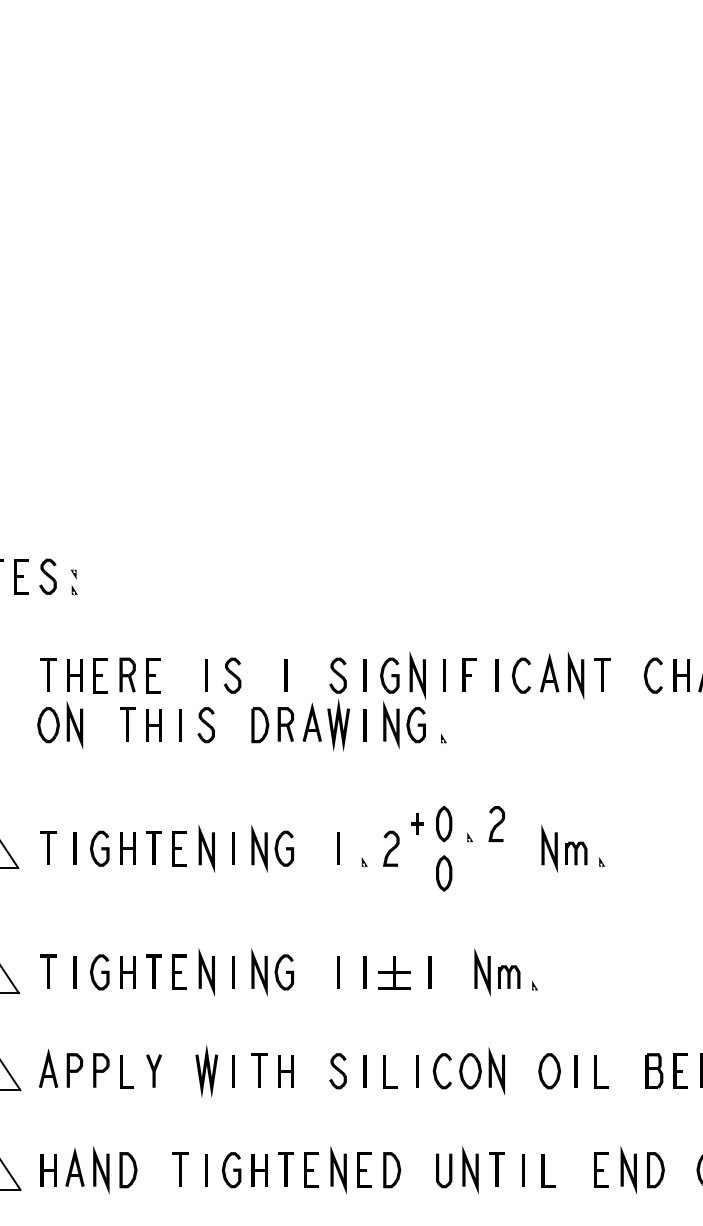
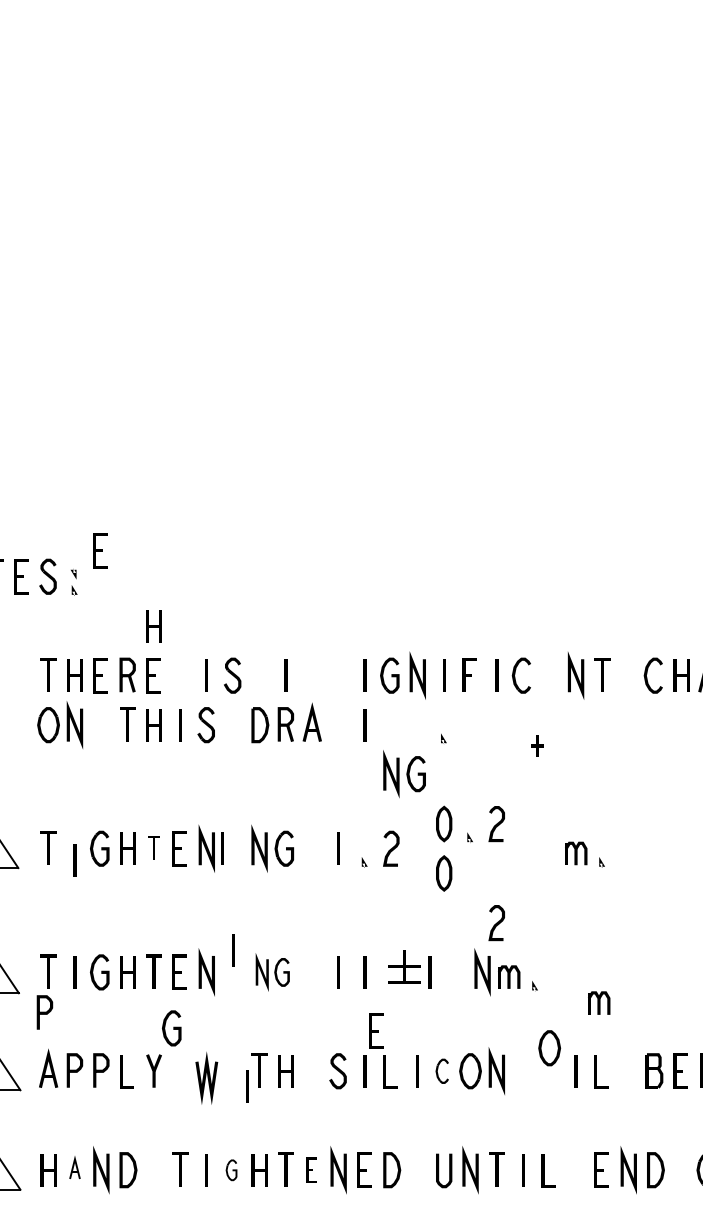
part at (100, 550): none -> present
part at (153, 626): none -> present
part at (549, 672): present -> none
part at (338, 704): present -> none
part at (404, 725) position: (404, 725) -> (404, 774)
part at (417, 823) position: (417, 823) -> (537, 745)
part at (153, 847) size: 16x34 px -> 12x24 px
line at (74, 848) position: (74, 848) -> (74, 860)
line at (233, 848) position: (233, 848) -> (222, 848)
line at (549, 848): present -> none
curve at (496, 923): none -> present
line at (233, 972) position: (233, 972) -> (233, 950)
part at (272, 972) size: 44x49 px -> 35x39 px
part at (394, 972) position: (394, 972) -> (404, 966)
part at (599, 1002): none -> present
curve at (44, 1012): none -> present
curve at (173, 1028): none -> present
part at (376, 1030): none -> present
line at (206, 1069) position: (206, 1069) -> (206, 1076)
line at (233, 1071) position: (233, 1071) -> (247, 1086)
part at (441, 1071) size: 20x37 px -> 14x26 px
part at (549, 1071) position: (549, 1071) -> (549, 1048)
part at (74, 1167) size: 20x39 px -> 12x23 px
part at (311, 1169) size: 15x36 px -> 11x26 px
part at (231, 1170) size: 21x37 px -> 13x23 px
